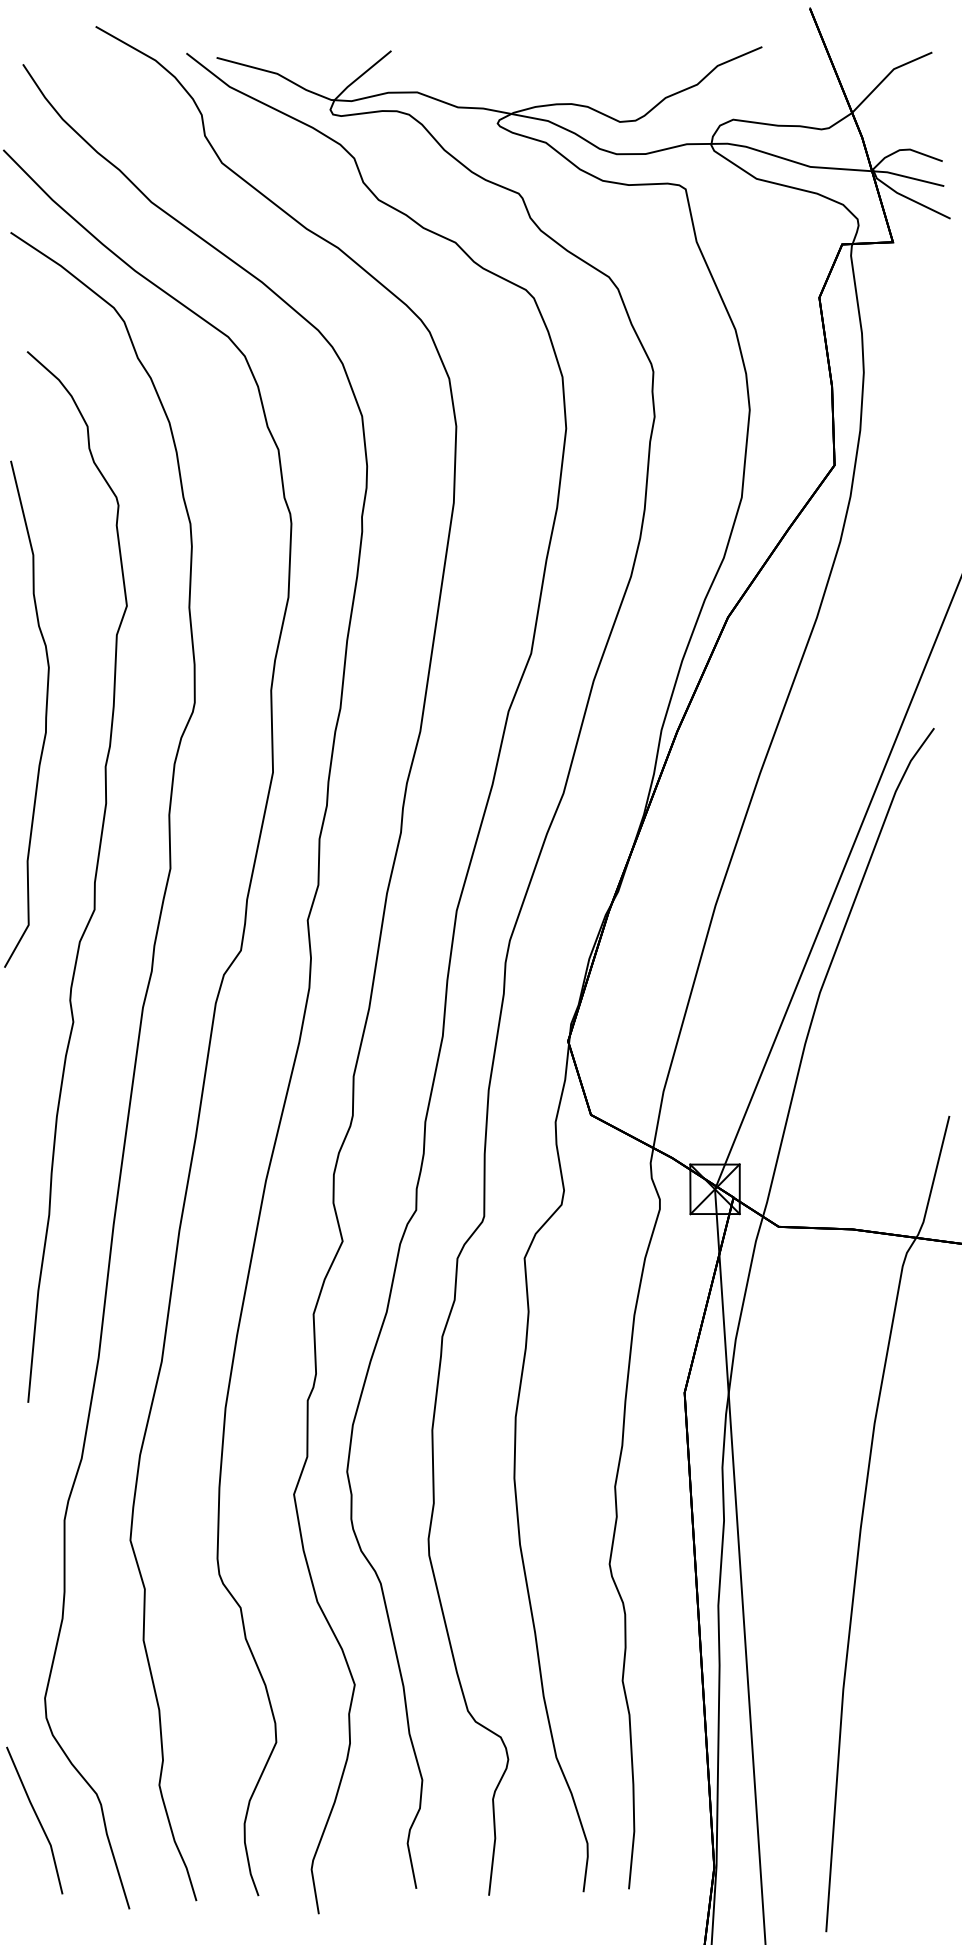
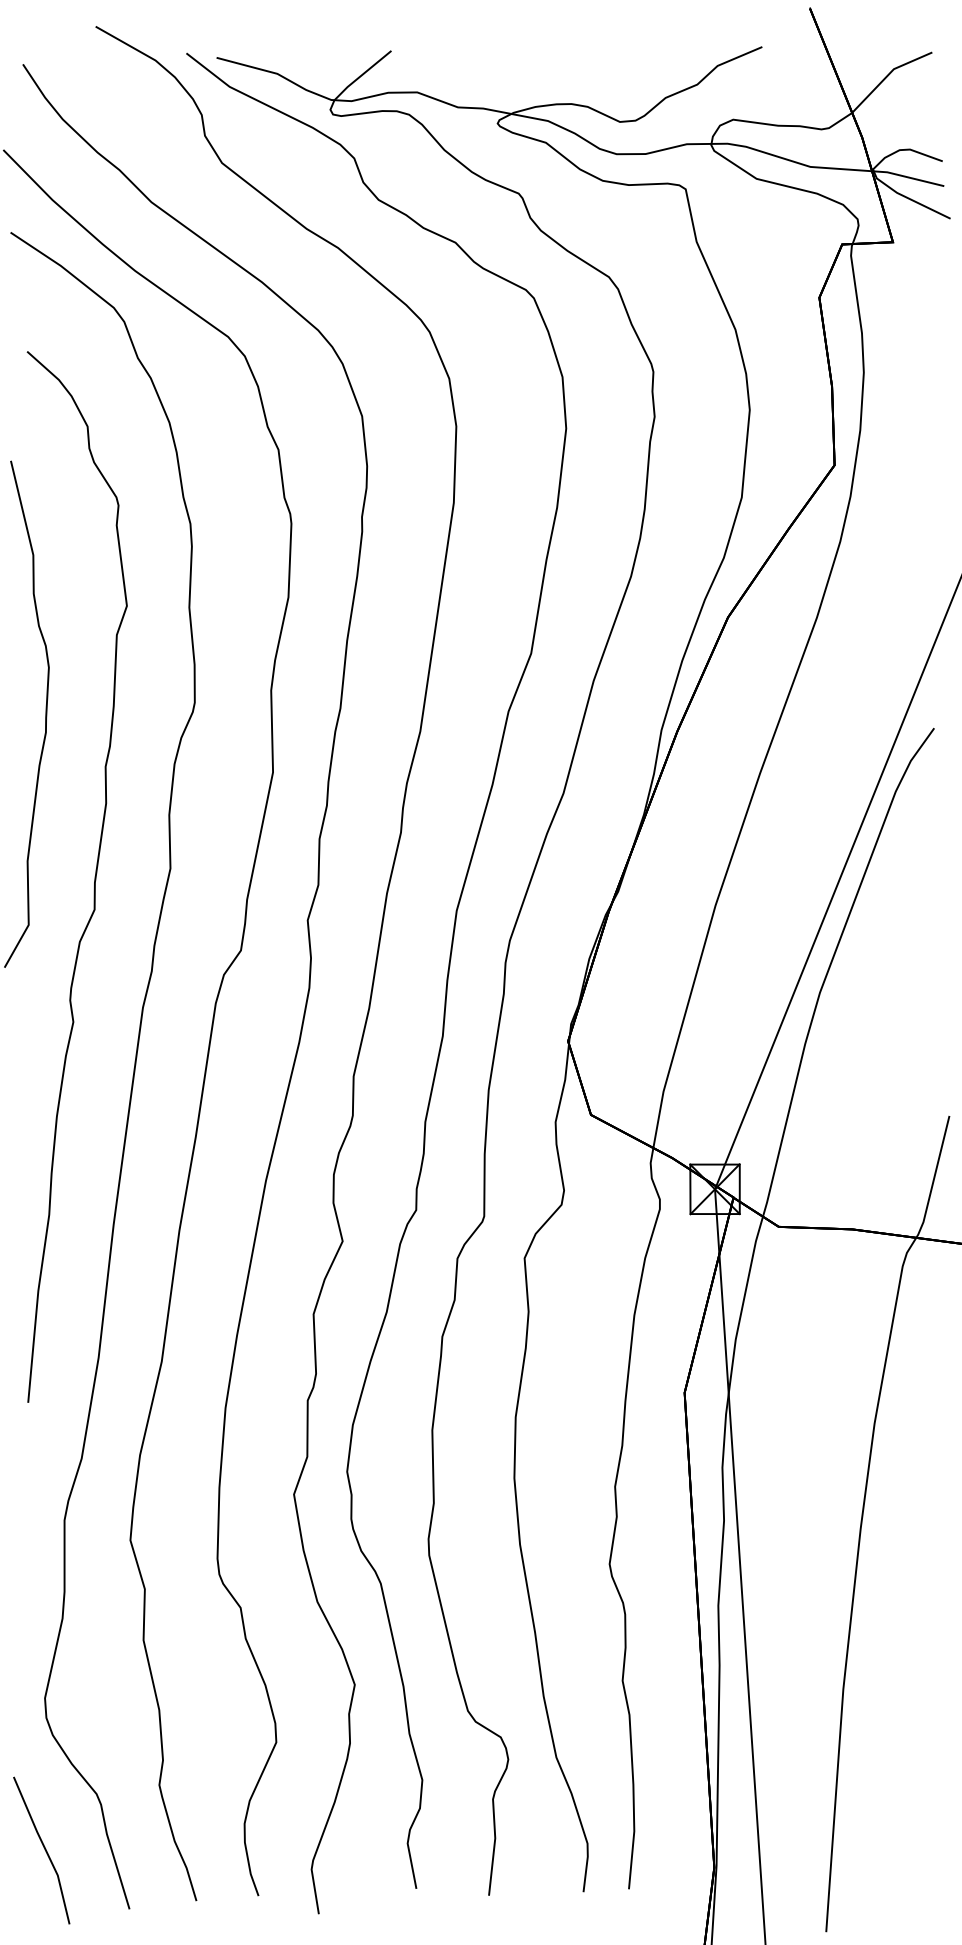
line at (37, 1819) position: (37, 1819) -> (44, 1849)
